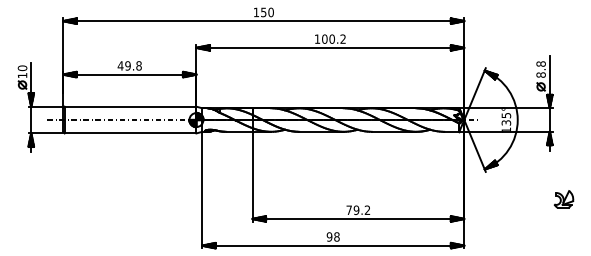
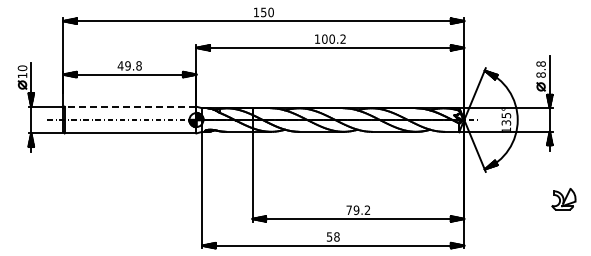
line at (130, 106): solid -> dashed
part at (563, 199) size: 22x19 px -> 26x23 px
text at (329, 236): 98 -> 58
